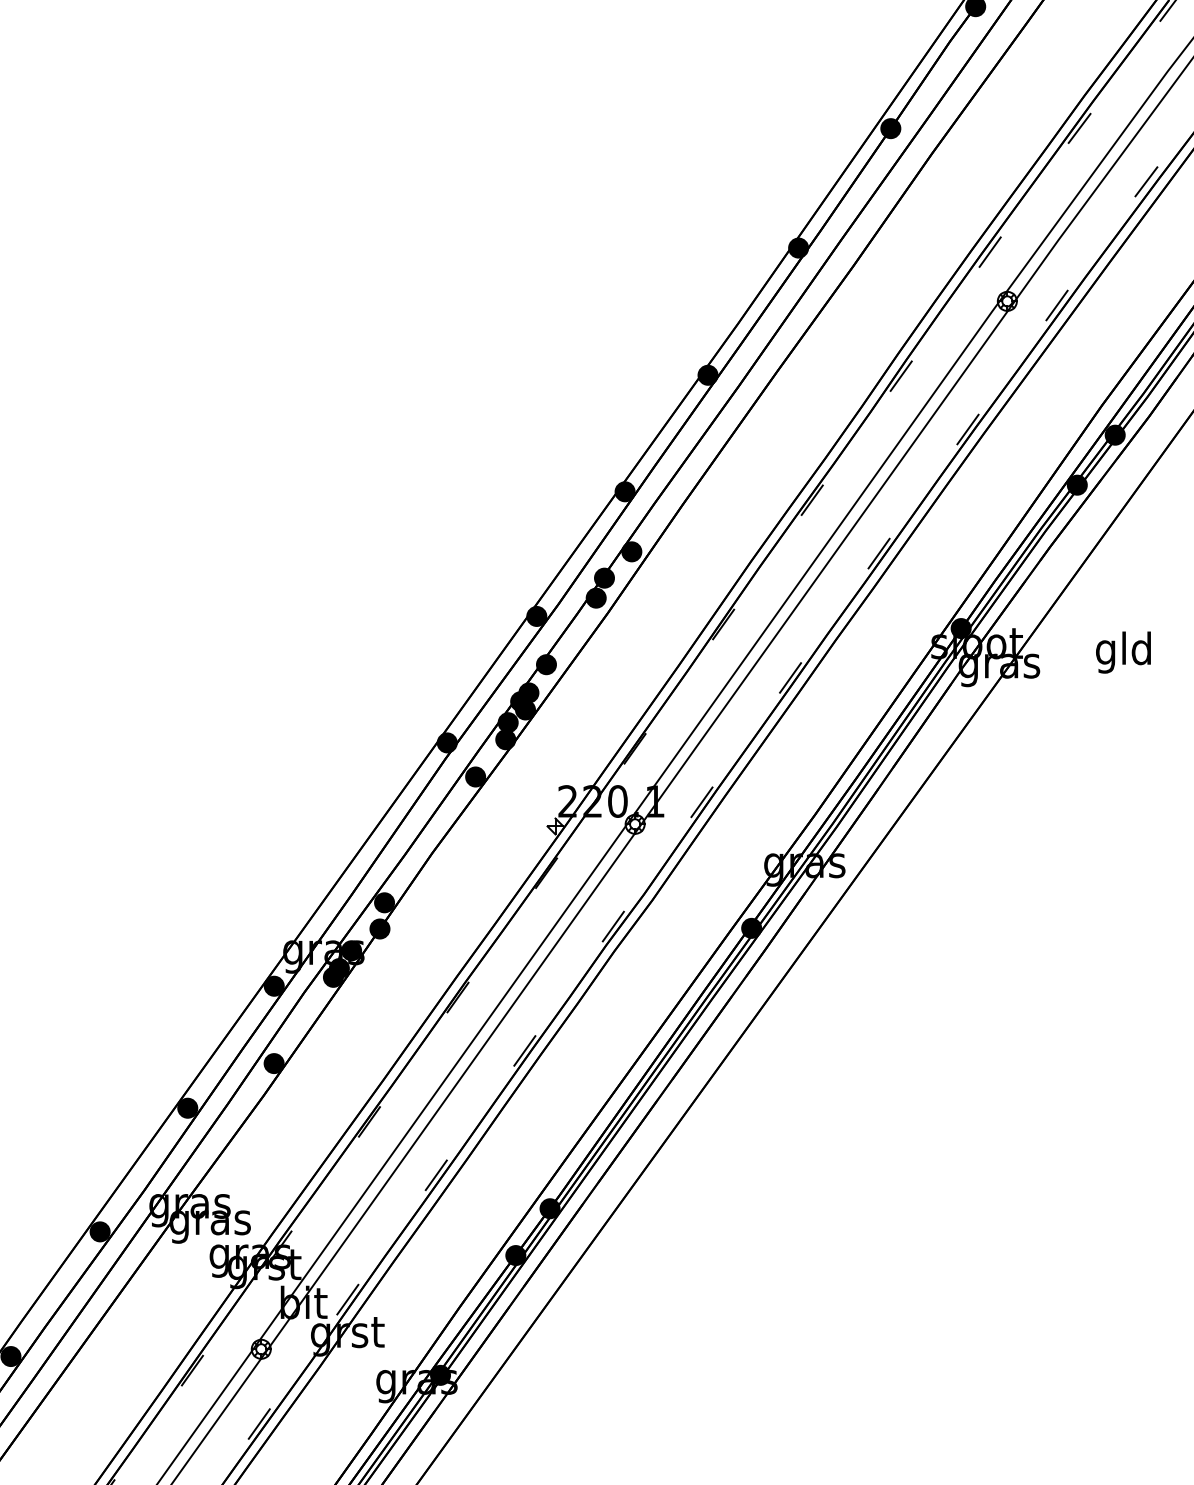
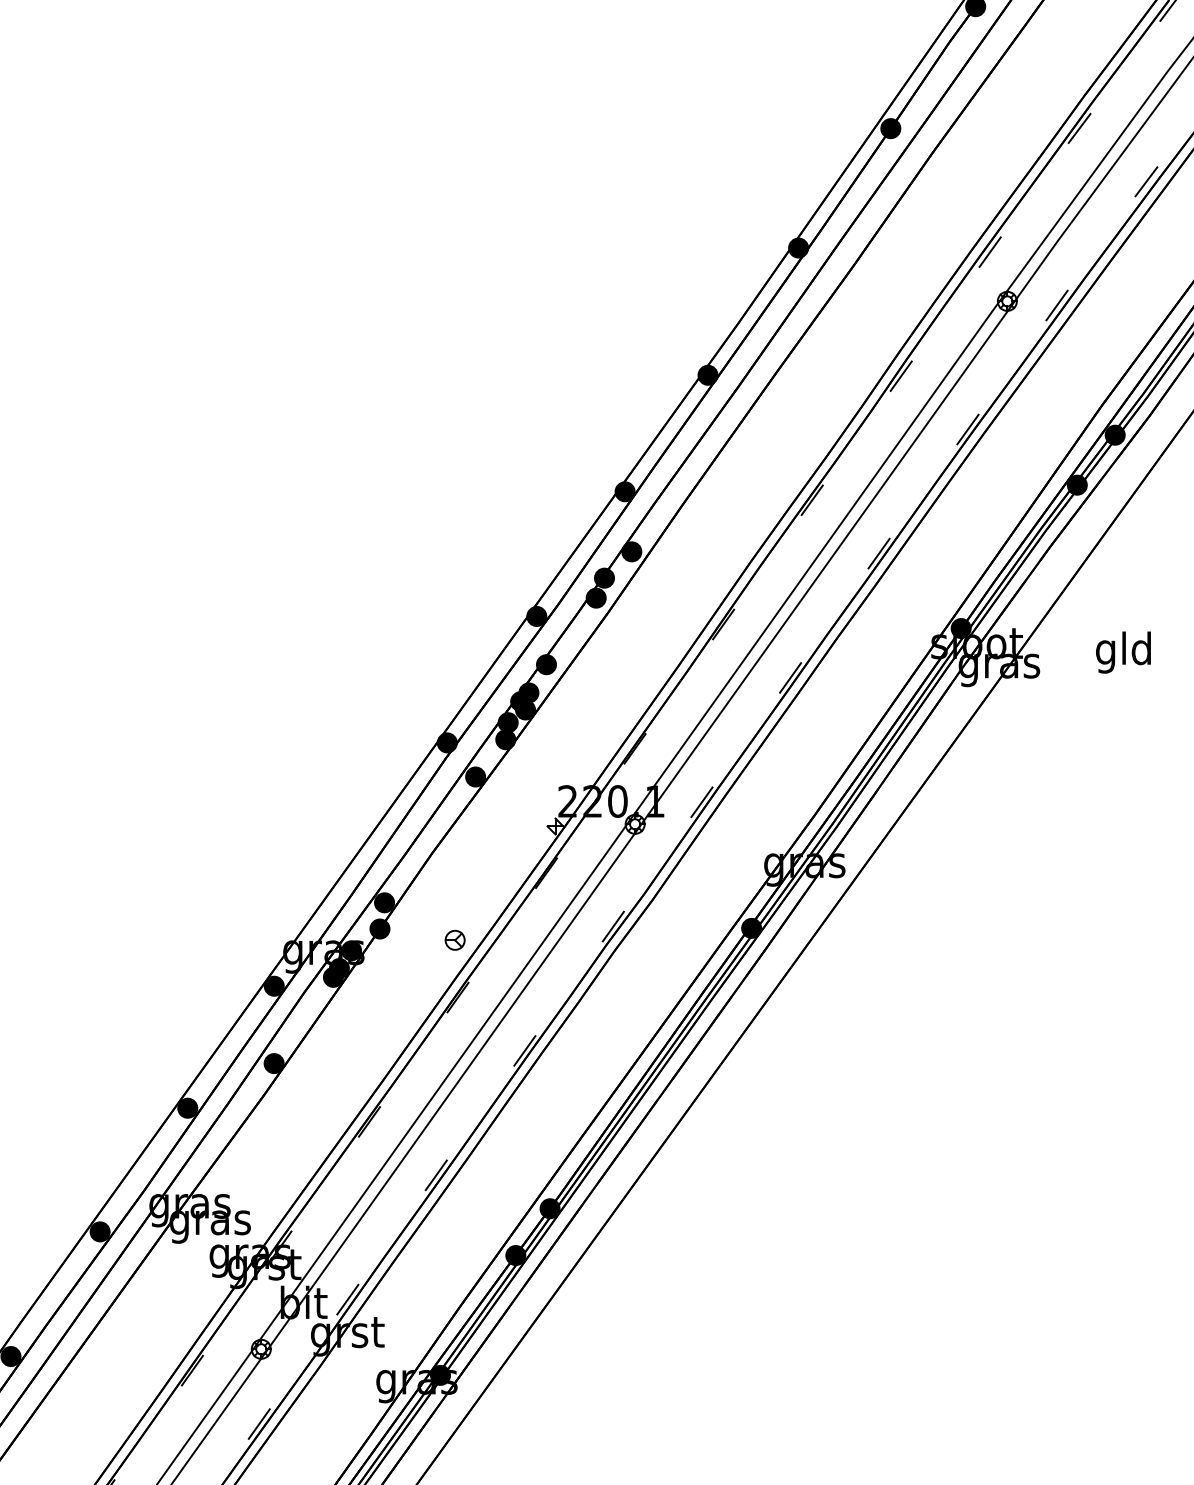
part at (454, 939): none -> present
